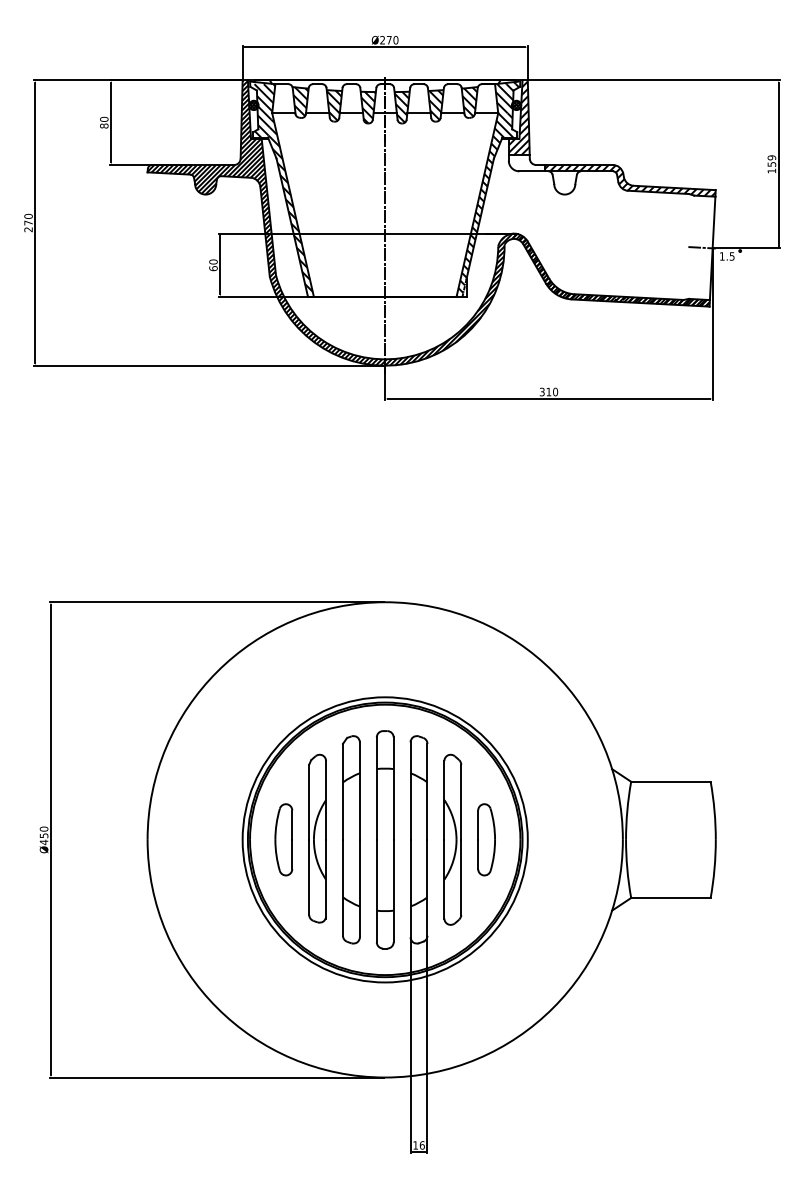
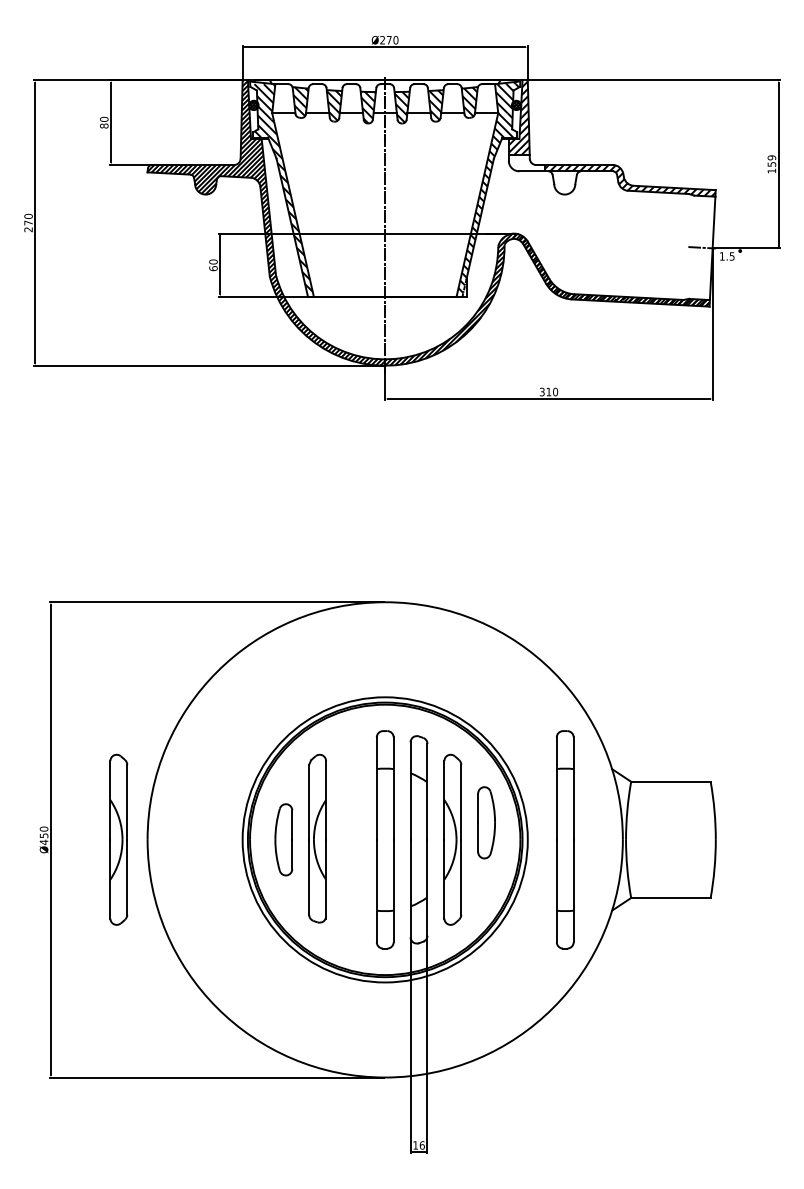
part at (118, 839): none -> present
part at (351, 839): present -> none
part at (486, 839) position: (486, 839) -> (486, 822)
part at (565, 839): none -> present
